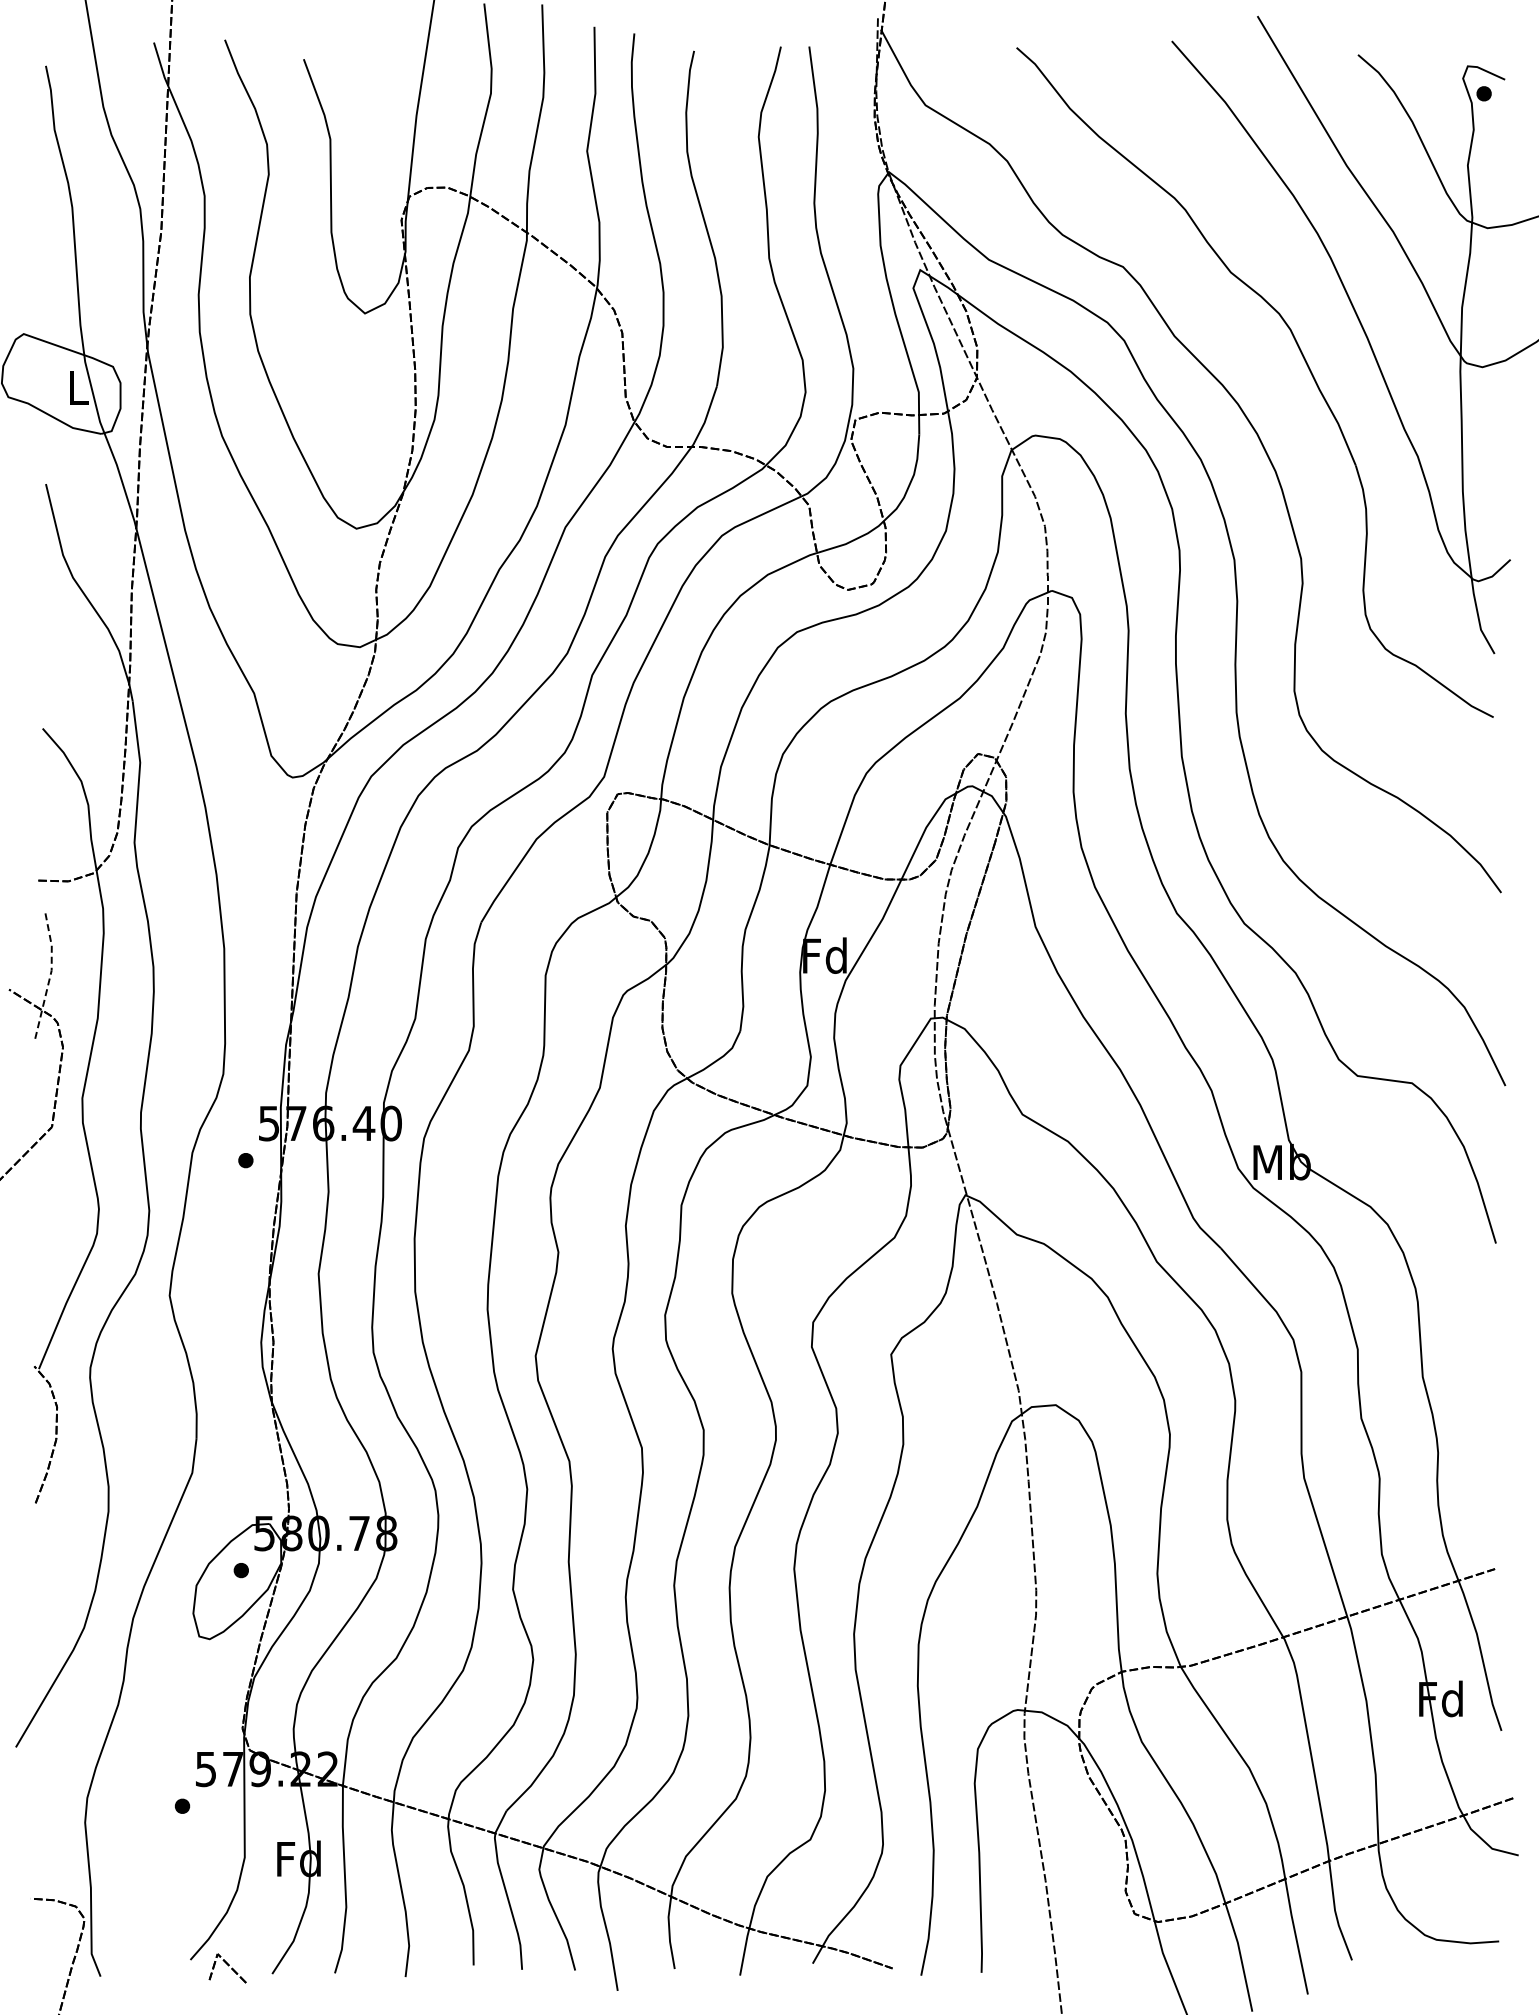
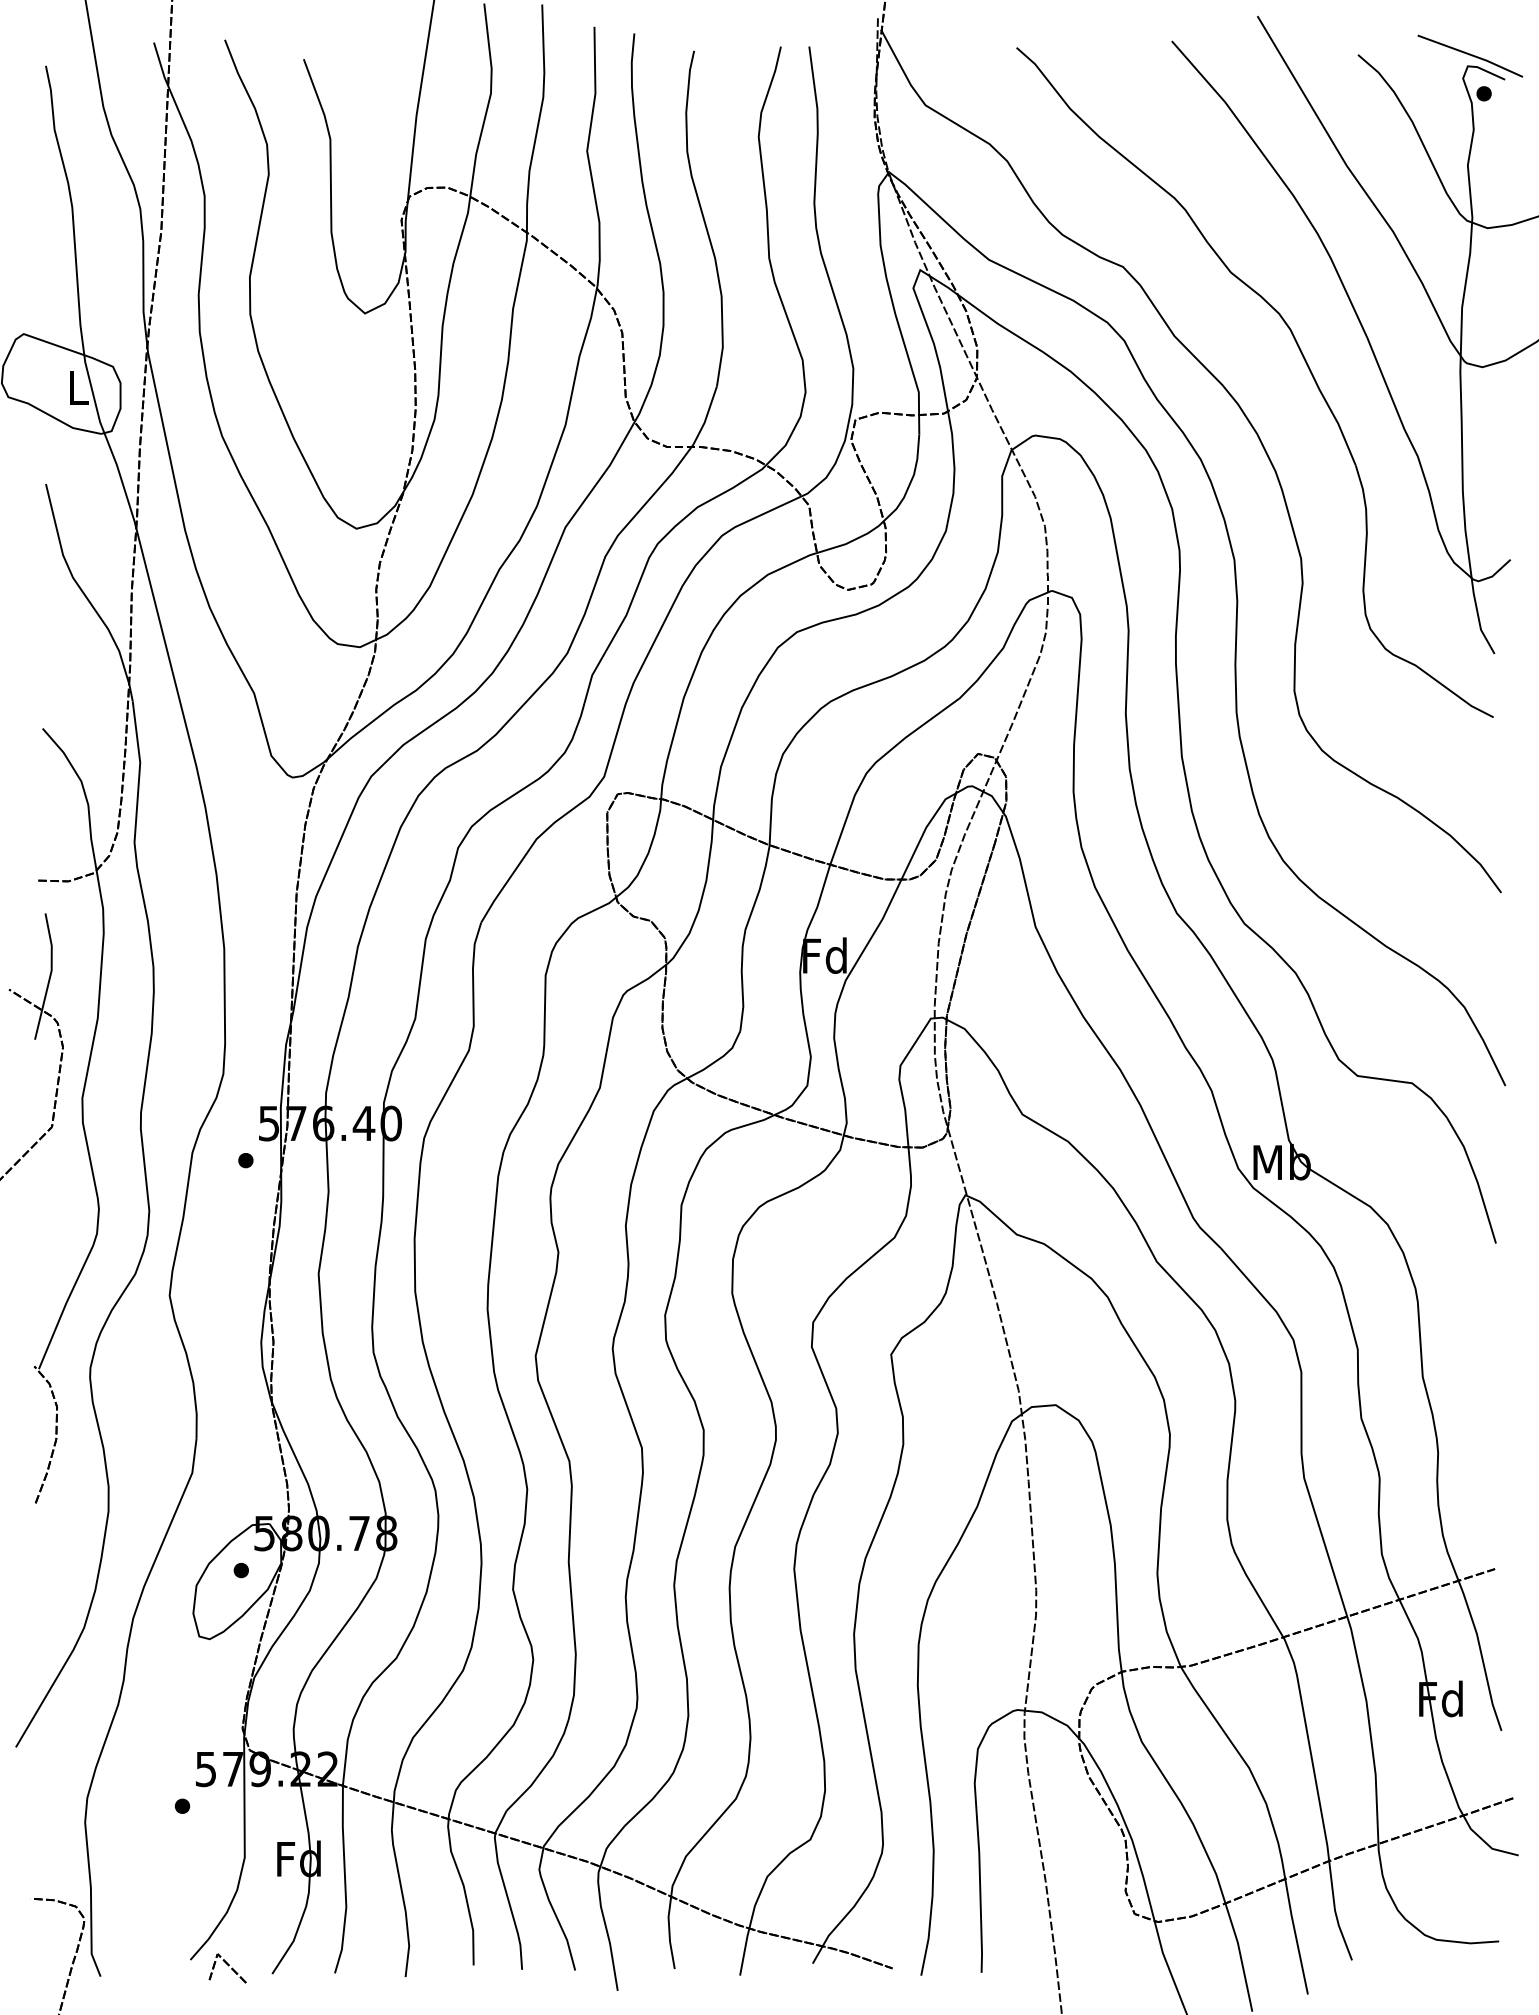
line at (1470, 55): none -> present
line at (50, 976): dashed -> solid
